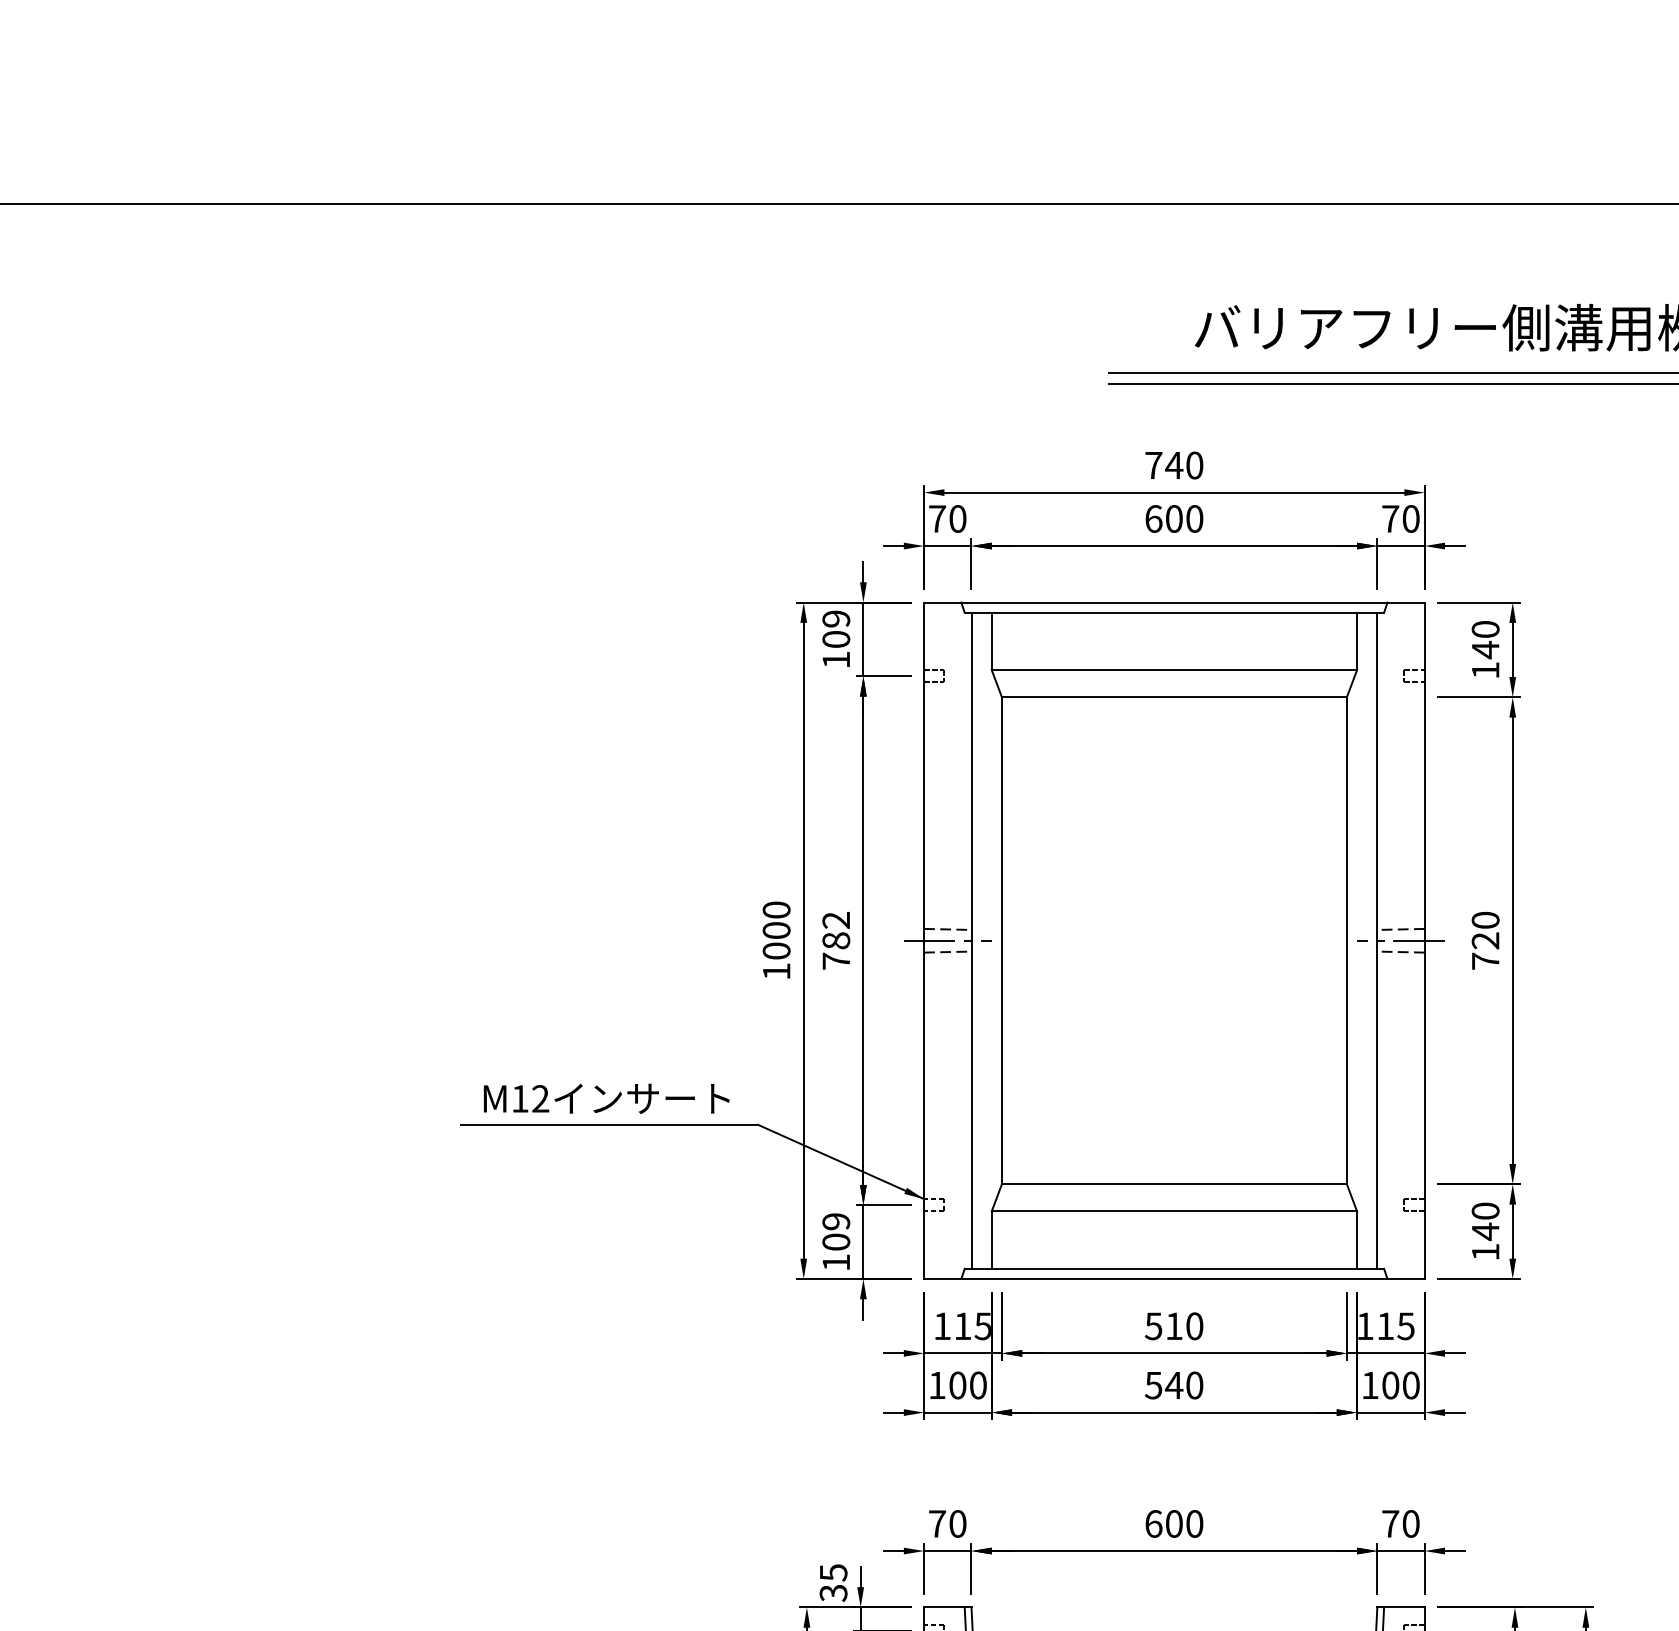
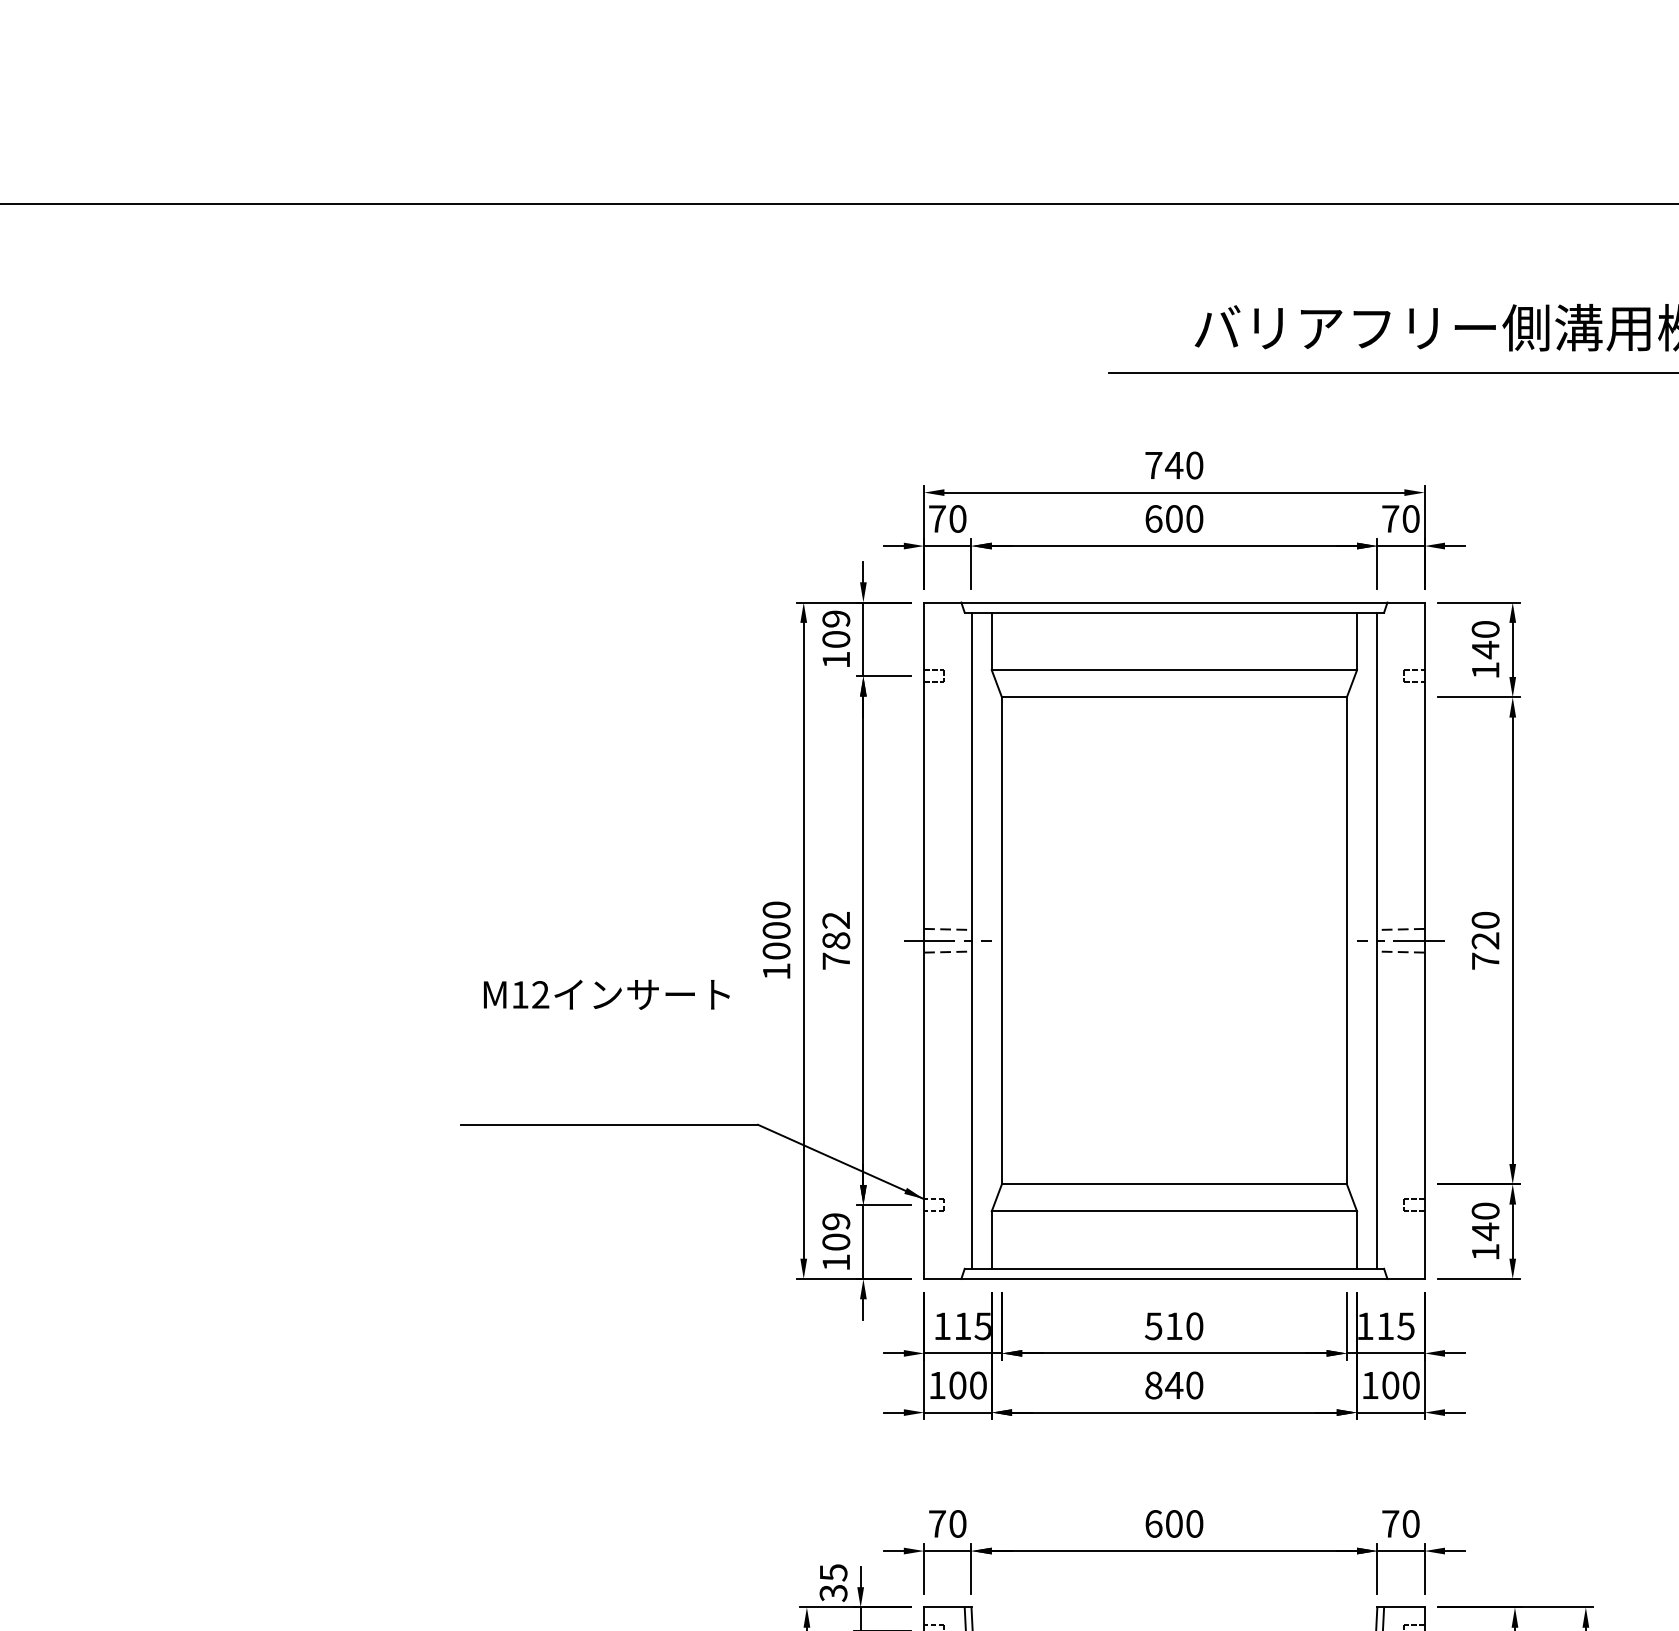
line at (1391, 383): present -> none
text at (606, 1098) position: (606, 1098) -> (606, 994)
text at (1153, 1385): 540 -> 840
